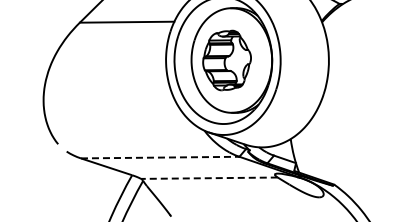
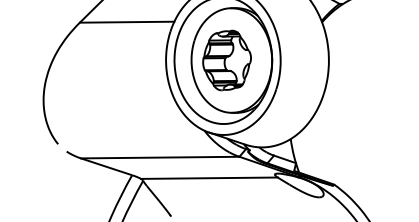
line at (160, 157): dashed -> solid
line at (208, 178): dashed -> solid
